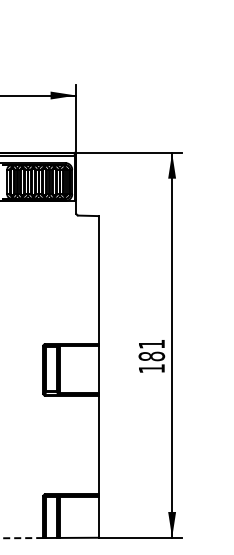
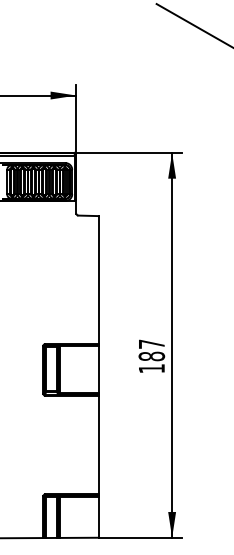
line at (193, 25): none -> present
text at (151, 343): 181 -> 187
line at (21, 538): dashed -> solid
